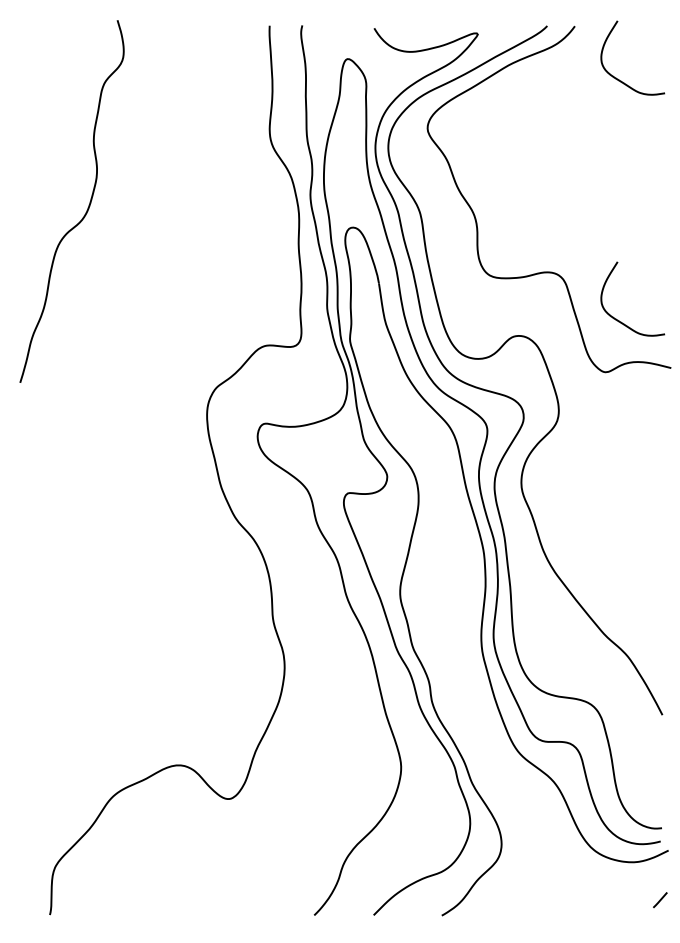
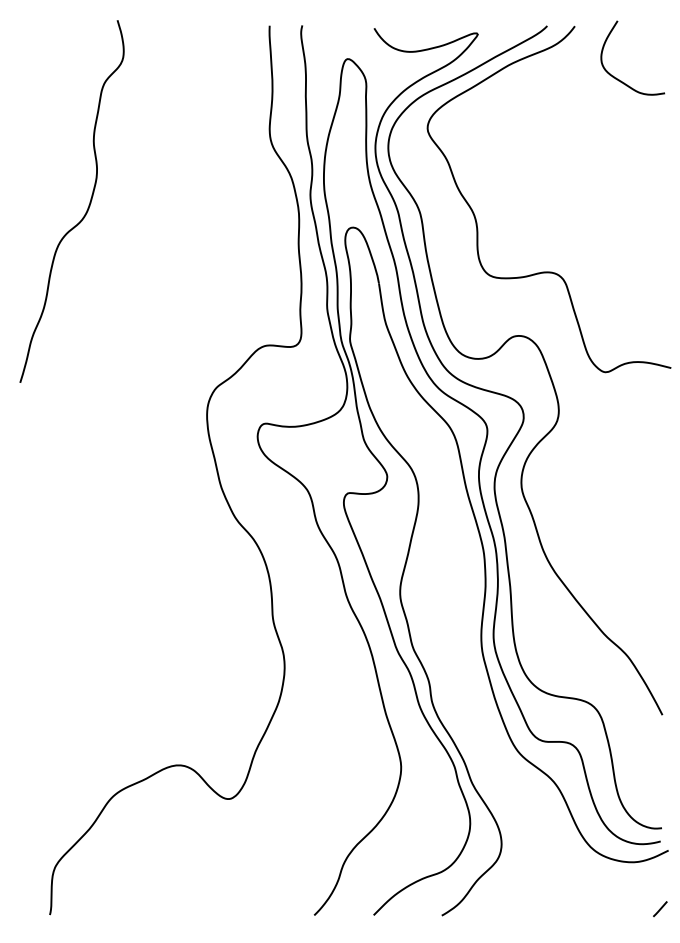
curve at (621, 321): present -> none
line at (660, 900) position: (660, 900) -> (660, 909)
